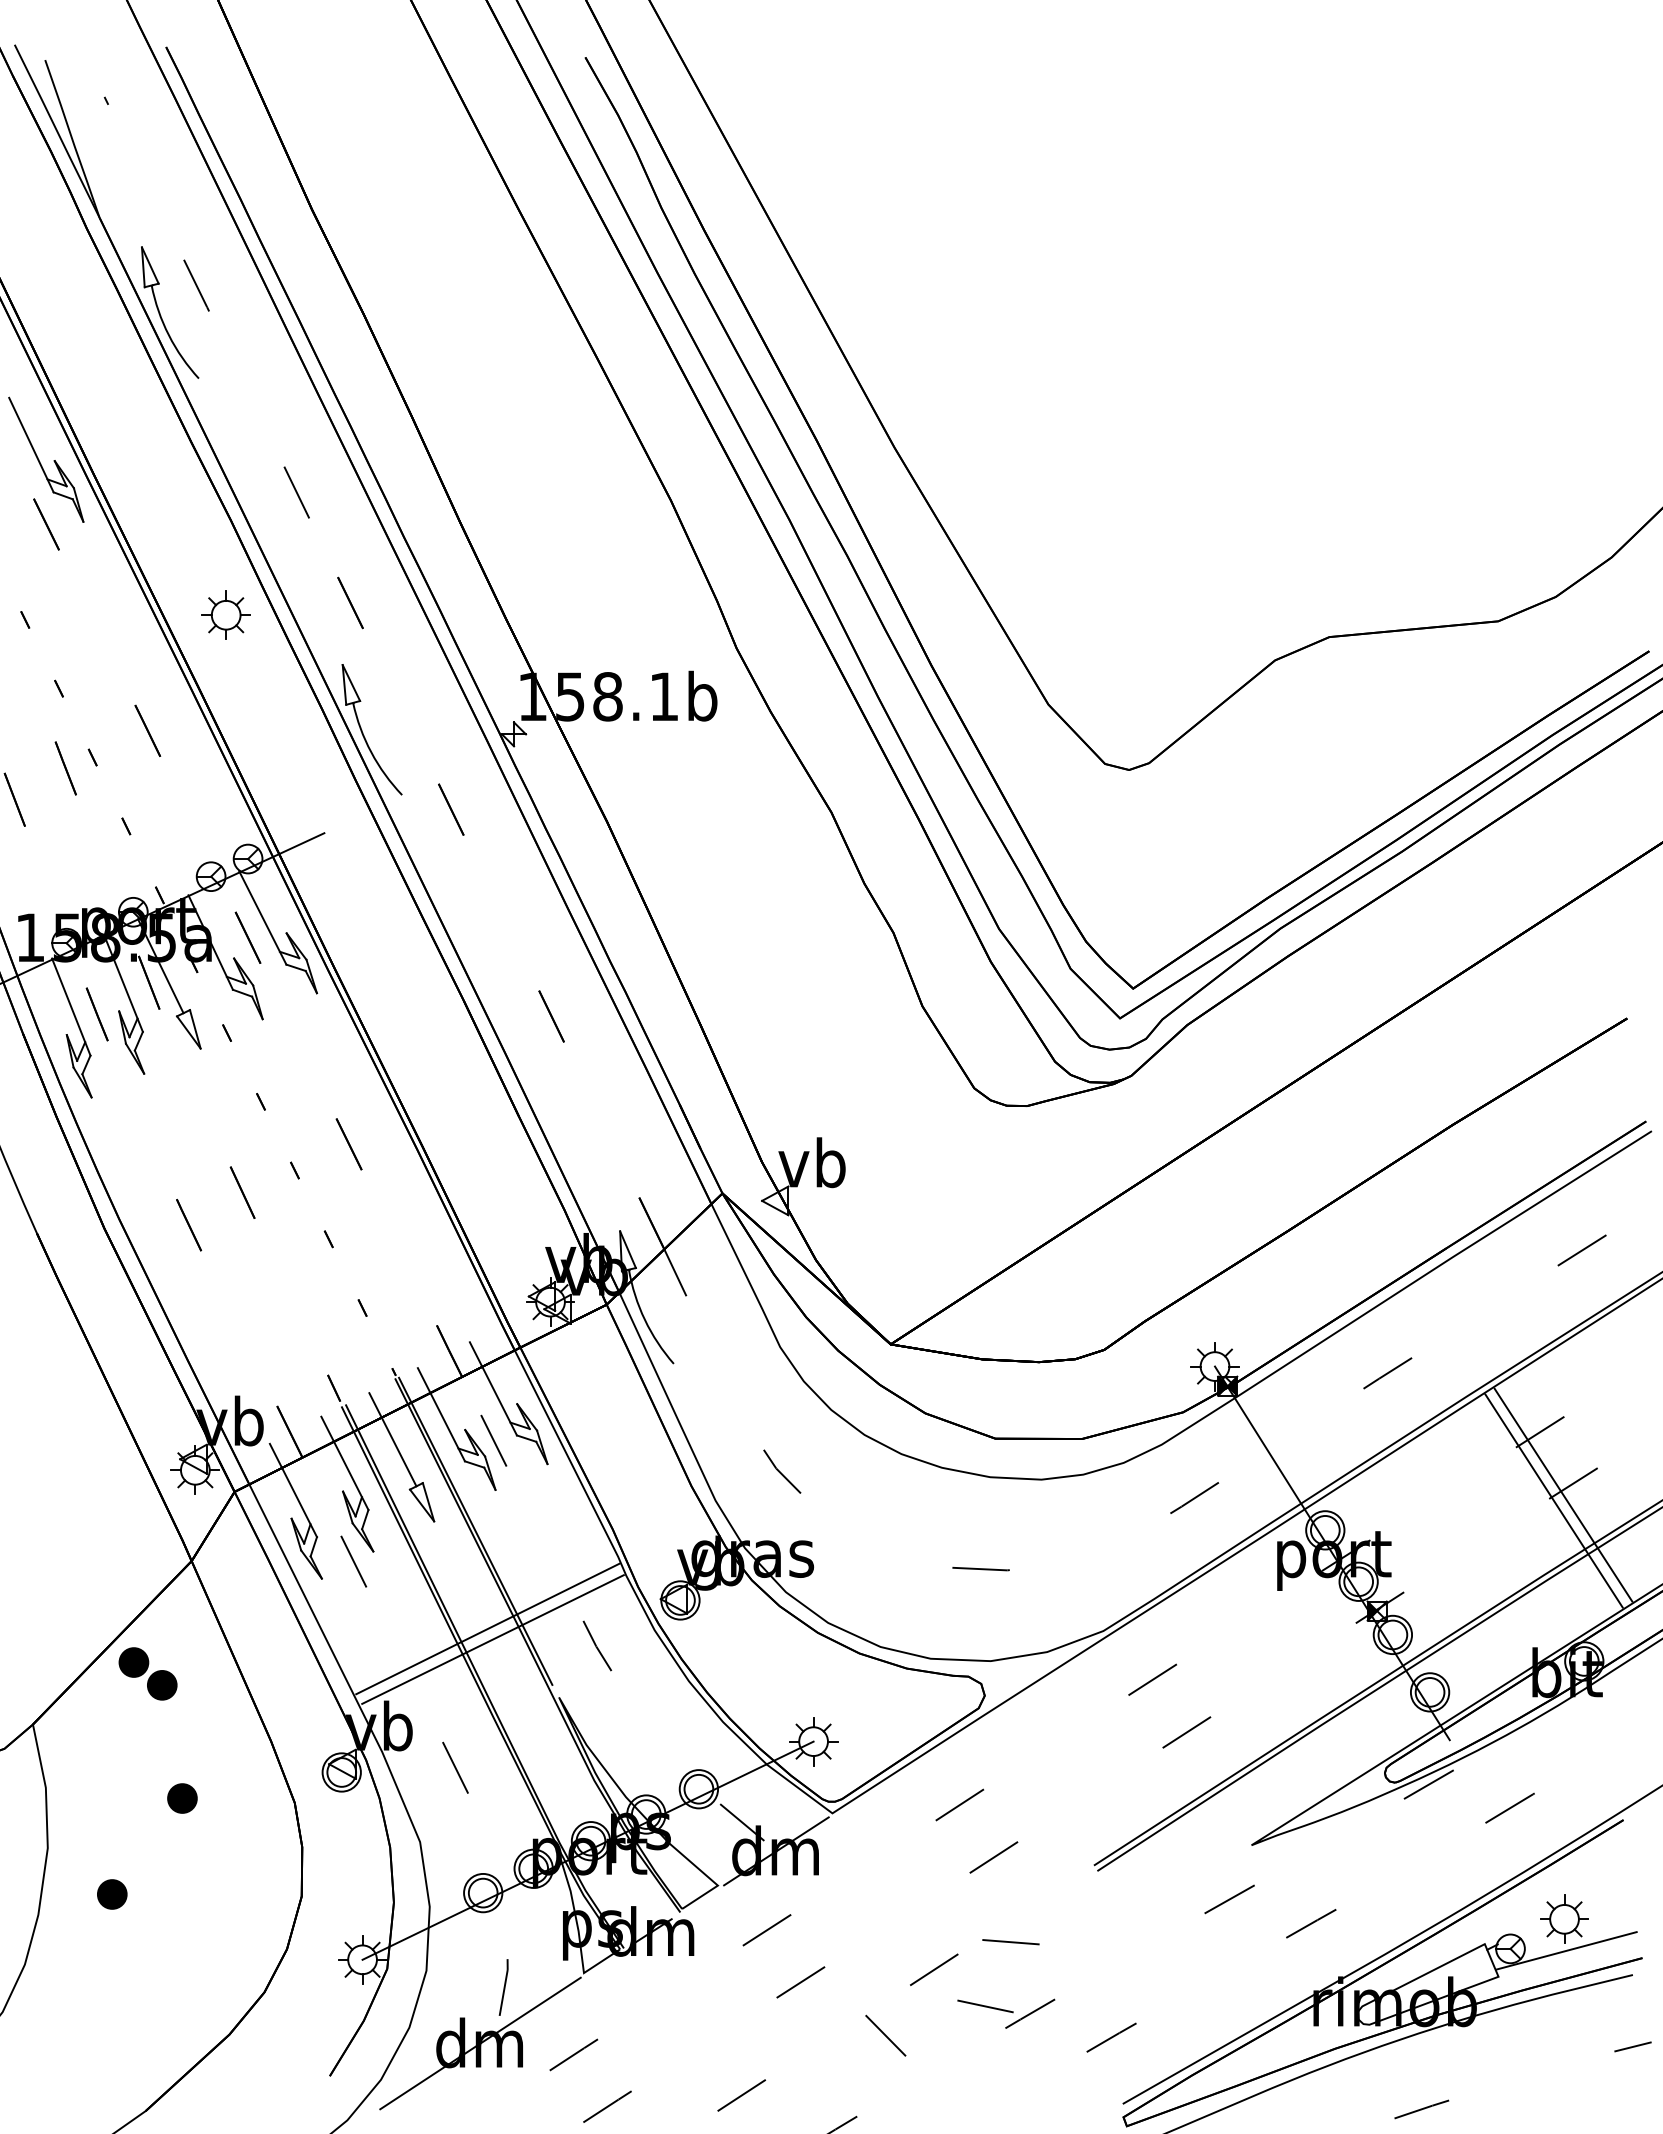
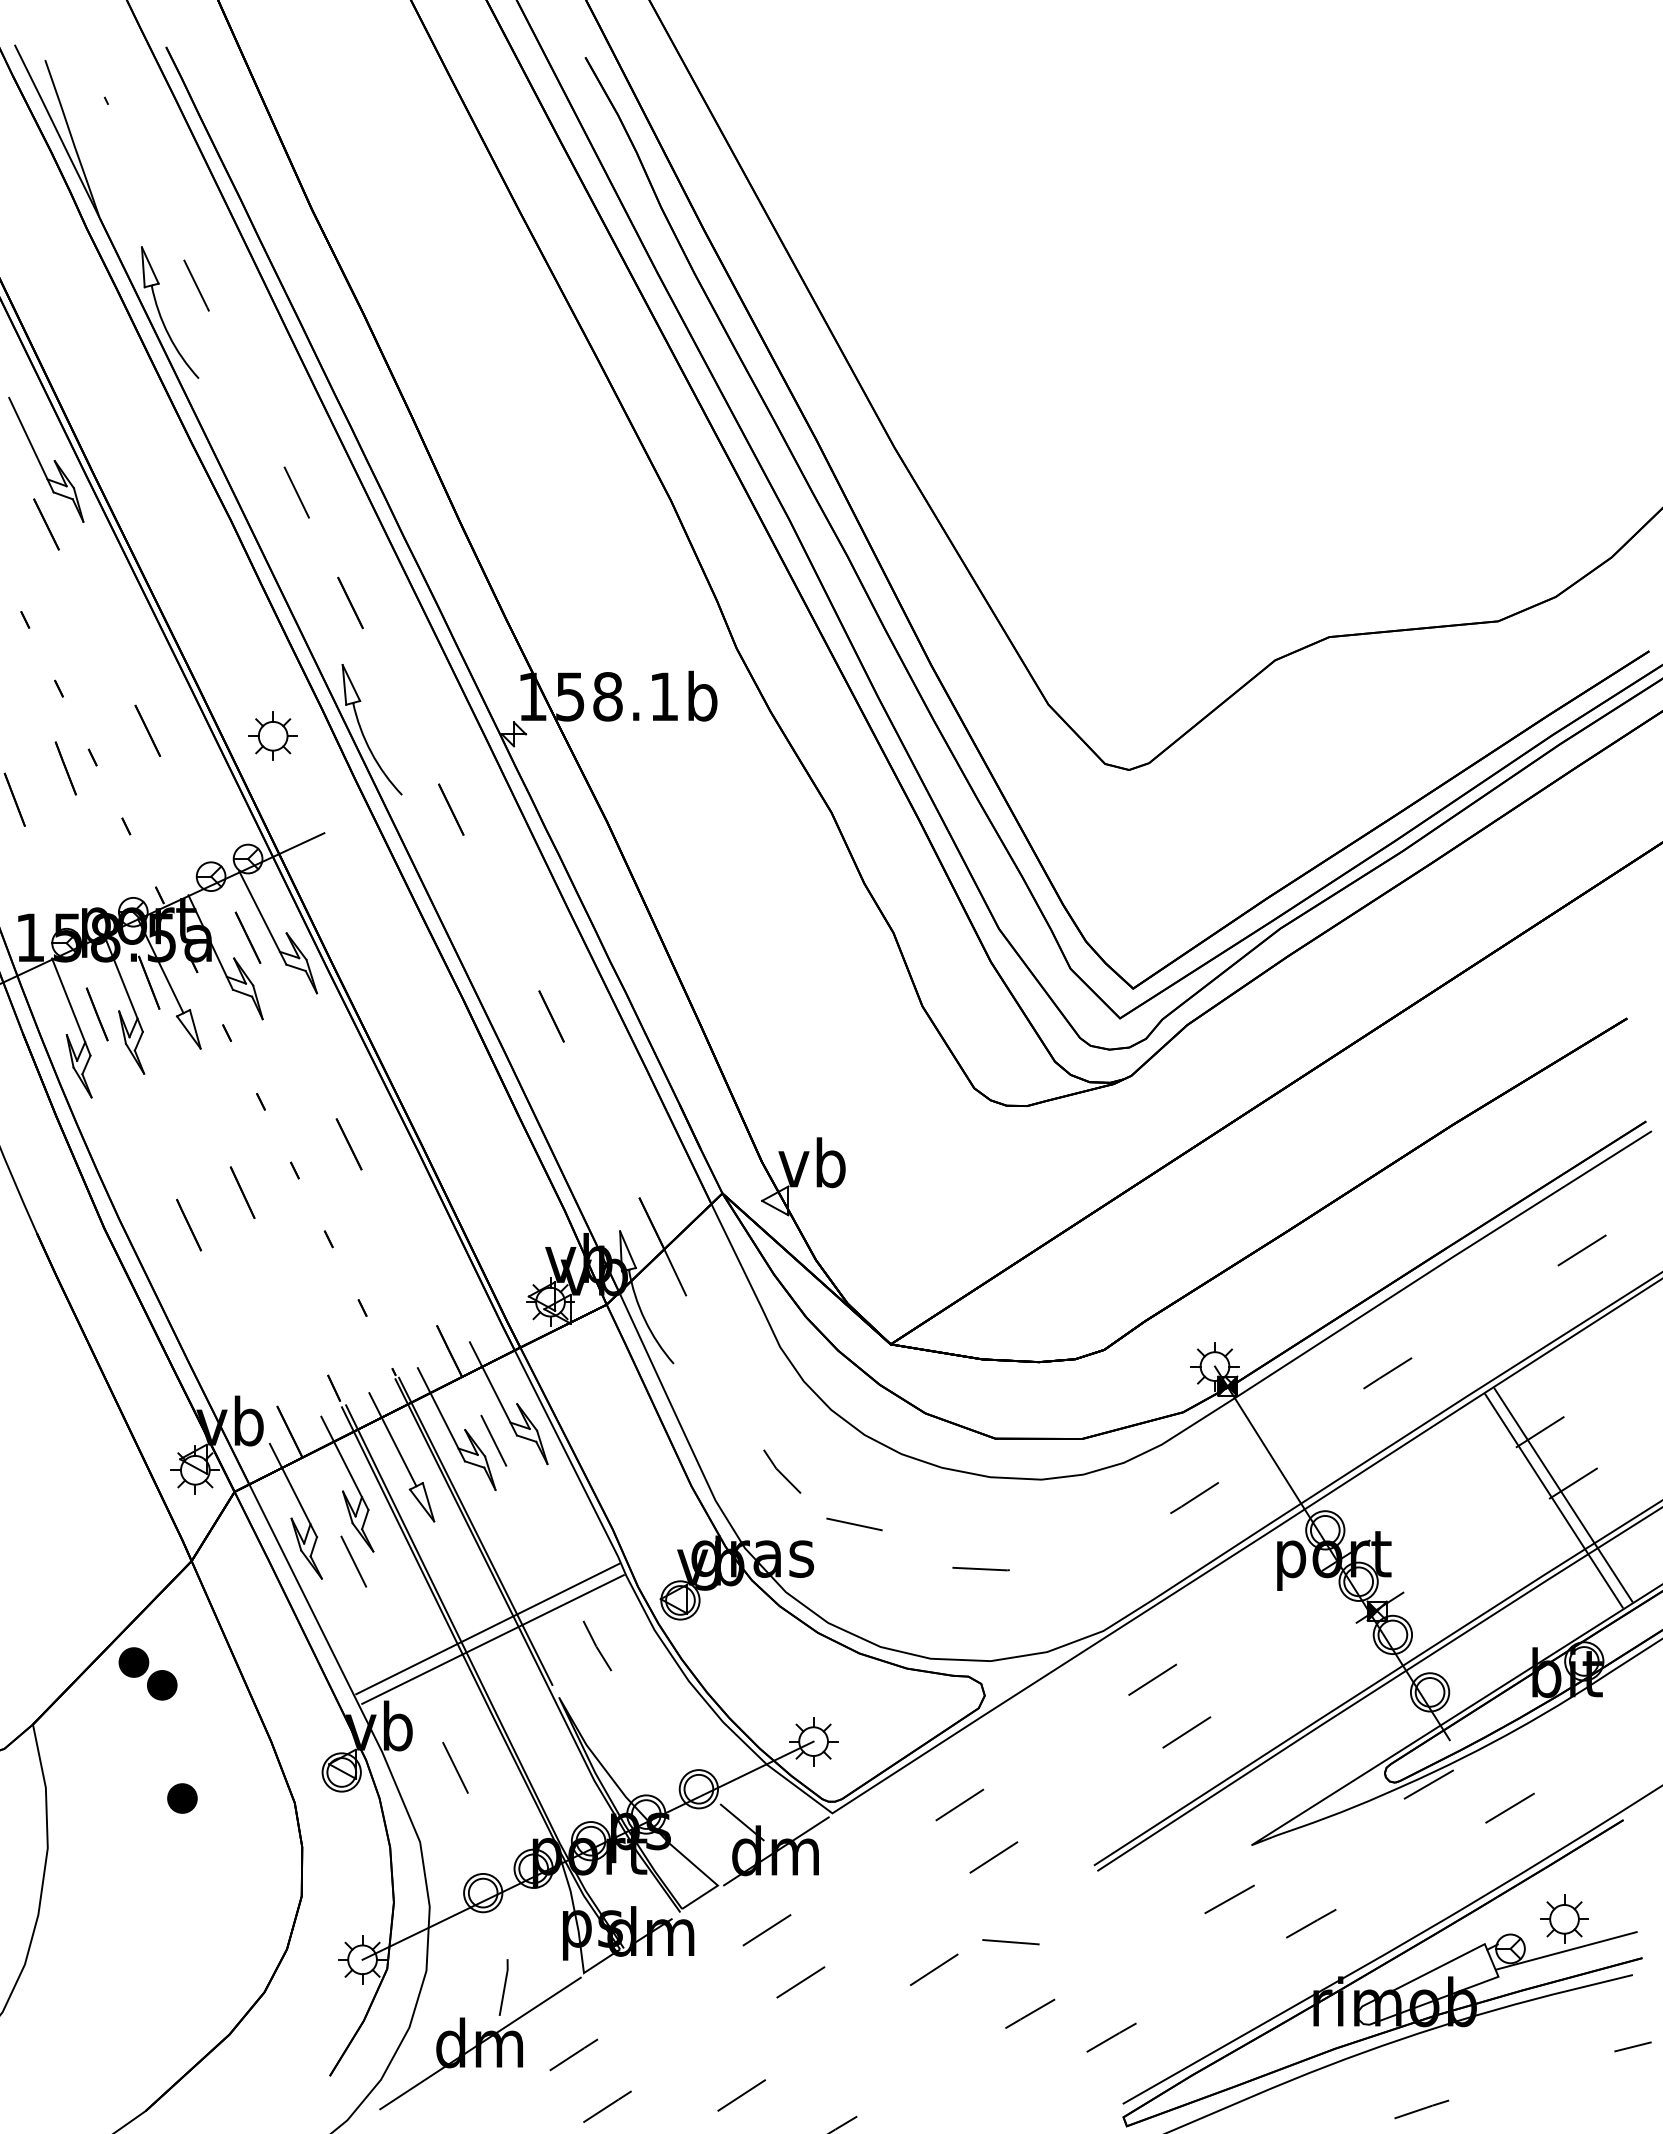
part at (225, 614) position: (225, 614) -> (272, 735)
part at (112, 1894): present -> none
line at (985, 2006) position: (985, 2006) -> (854, 1524)
line at (885, 2035): present -> none
